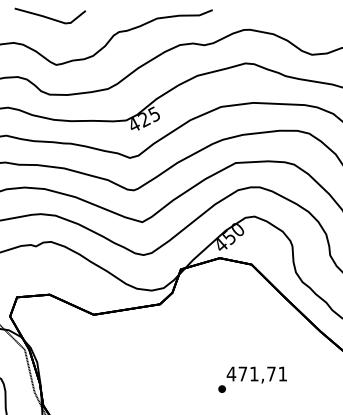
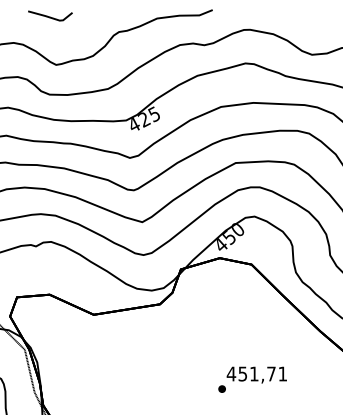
part at (50, 15) size: 73x18 px -> 45x12 px
text at (242, 373): 471,71 -> 451,71
